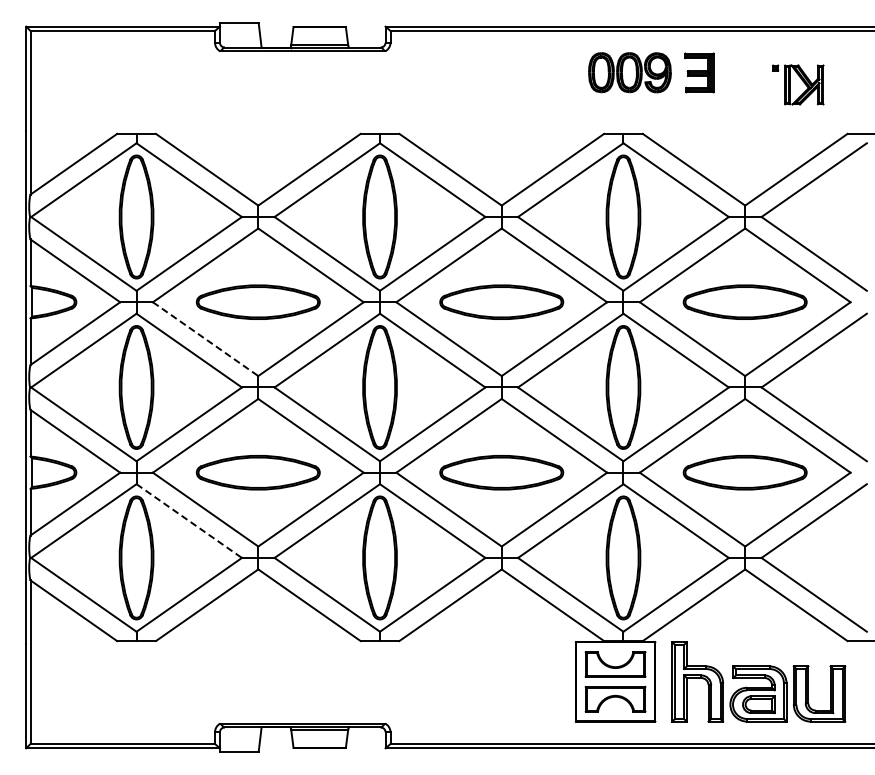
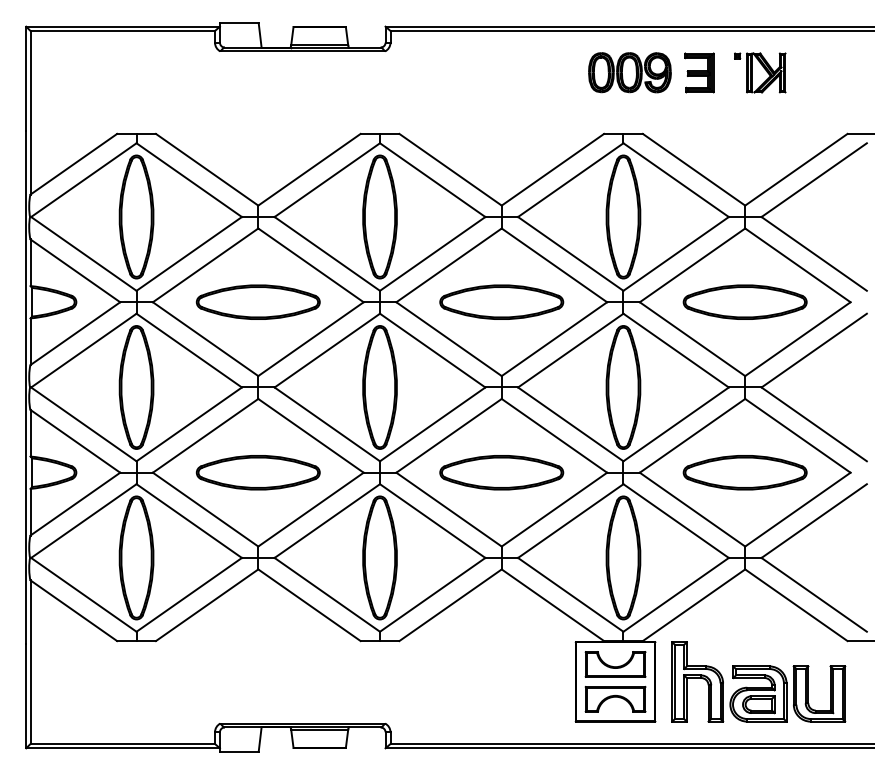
part at (798, 84) position: (798, 84) -> (760, 72)
line at (206, 339): dashed -> solid
line at (189, 521): dashed -> solid
